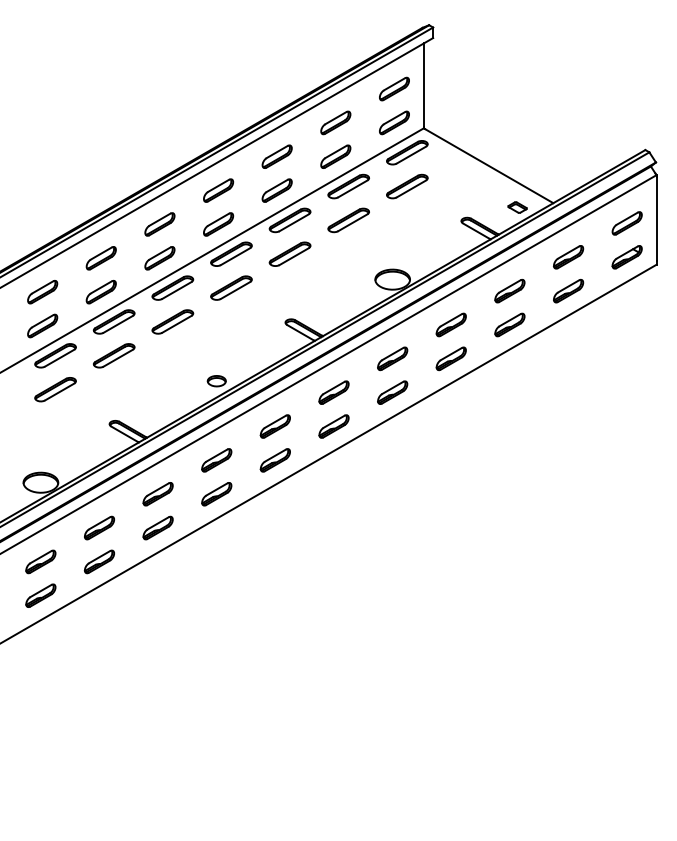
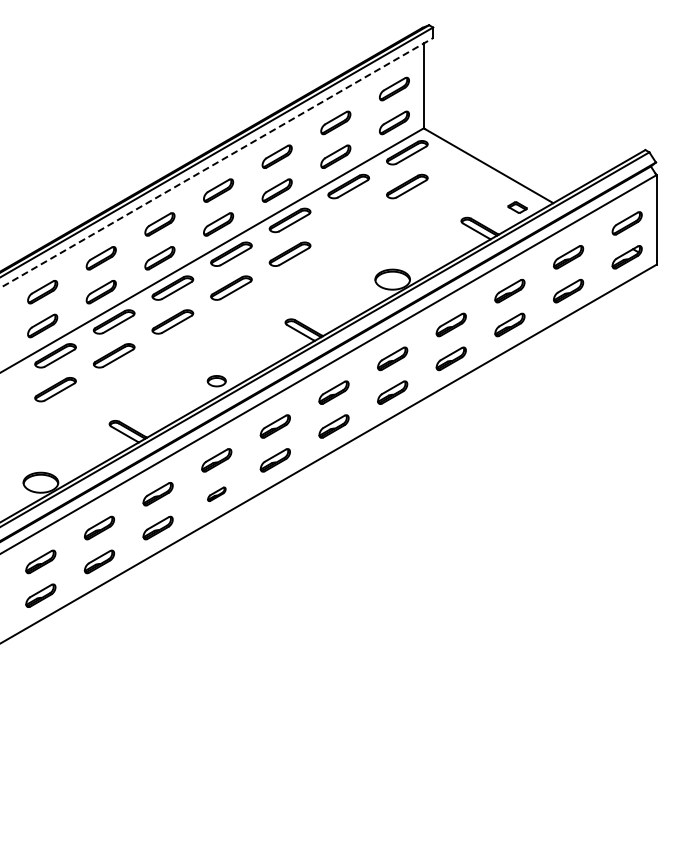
line at (216, 163): solid -> dashed
part at (348, 220): present -> none
part at (216, 494) size: 32x25 px -> 20x16 px
